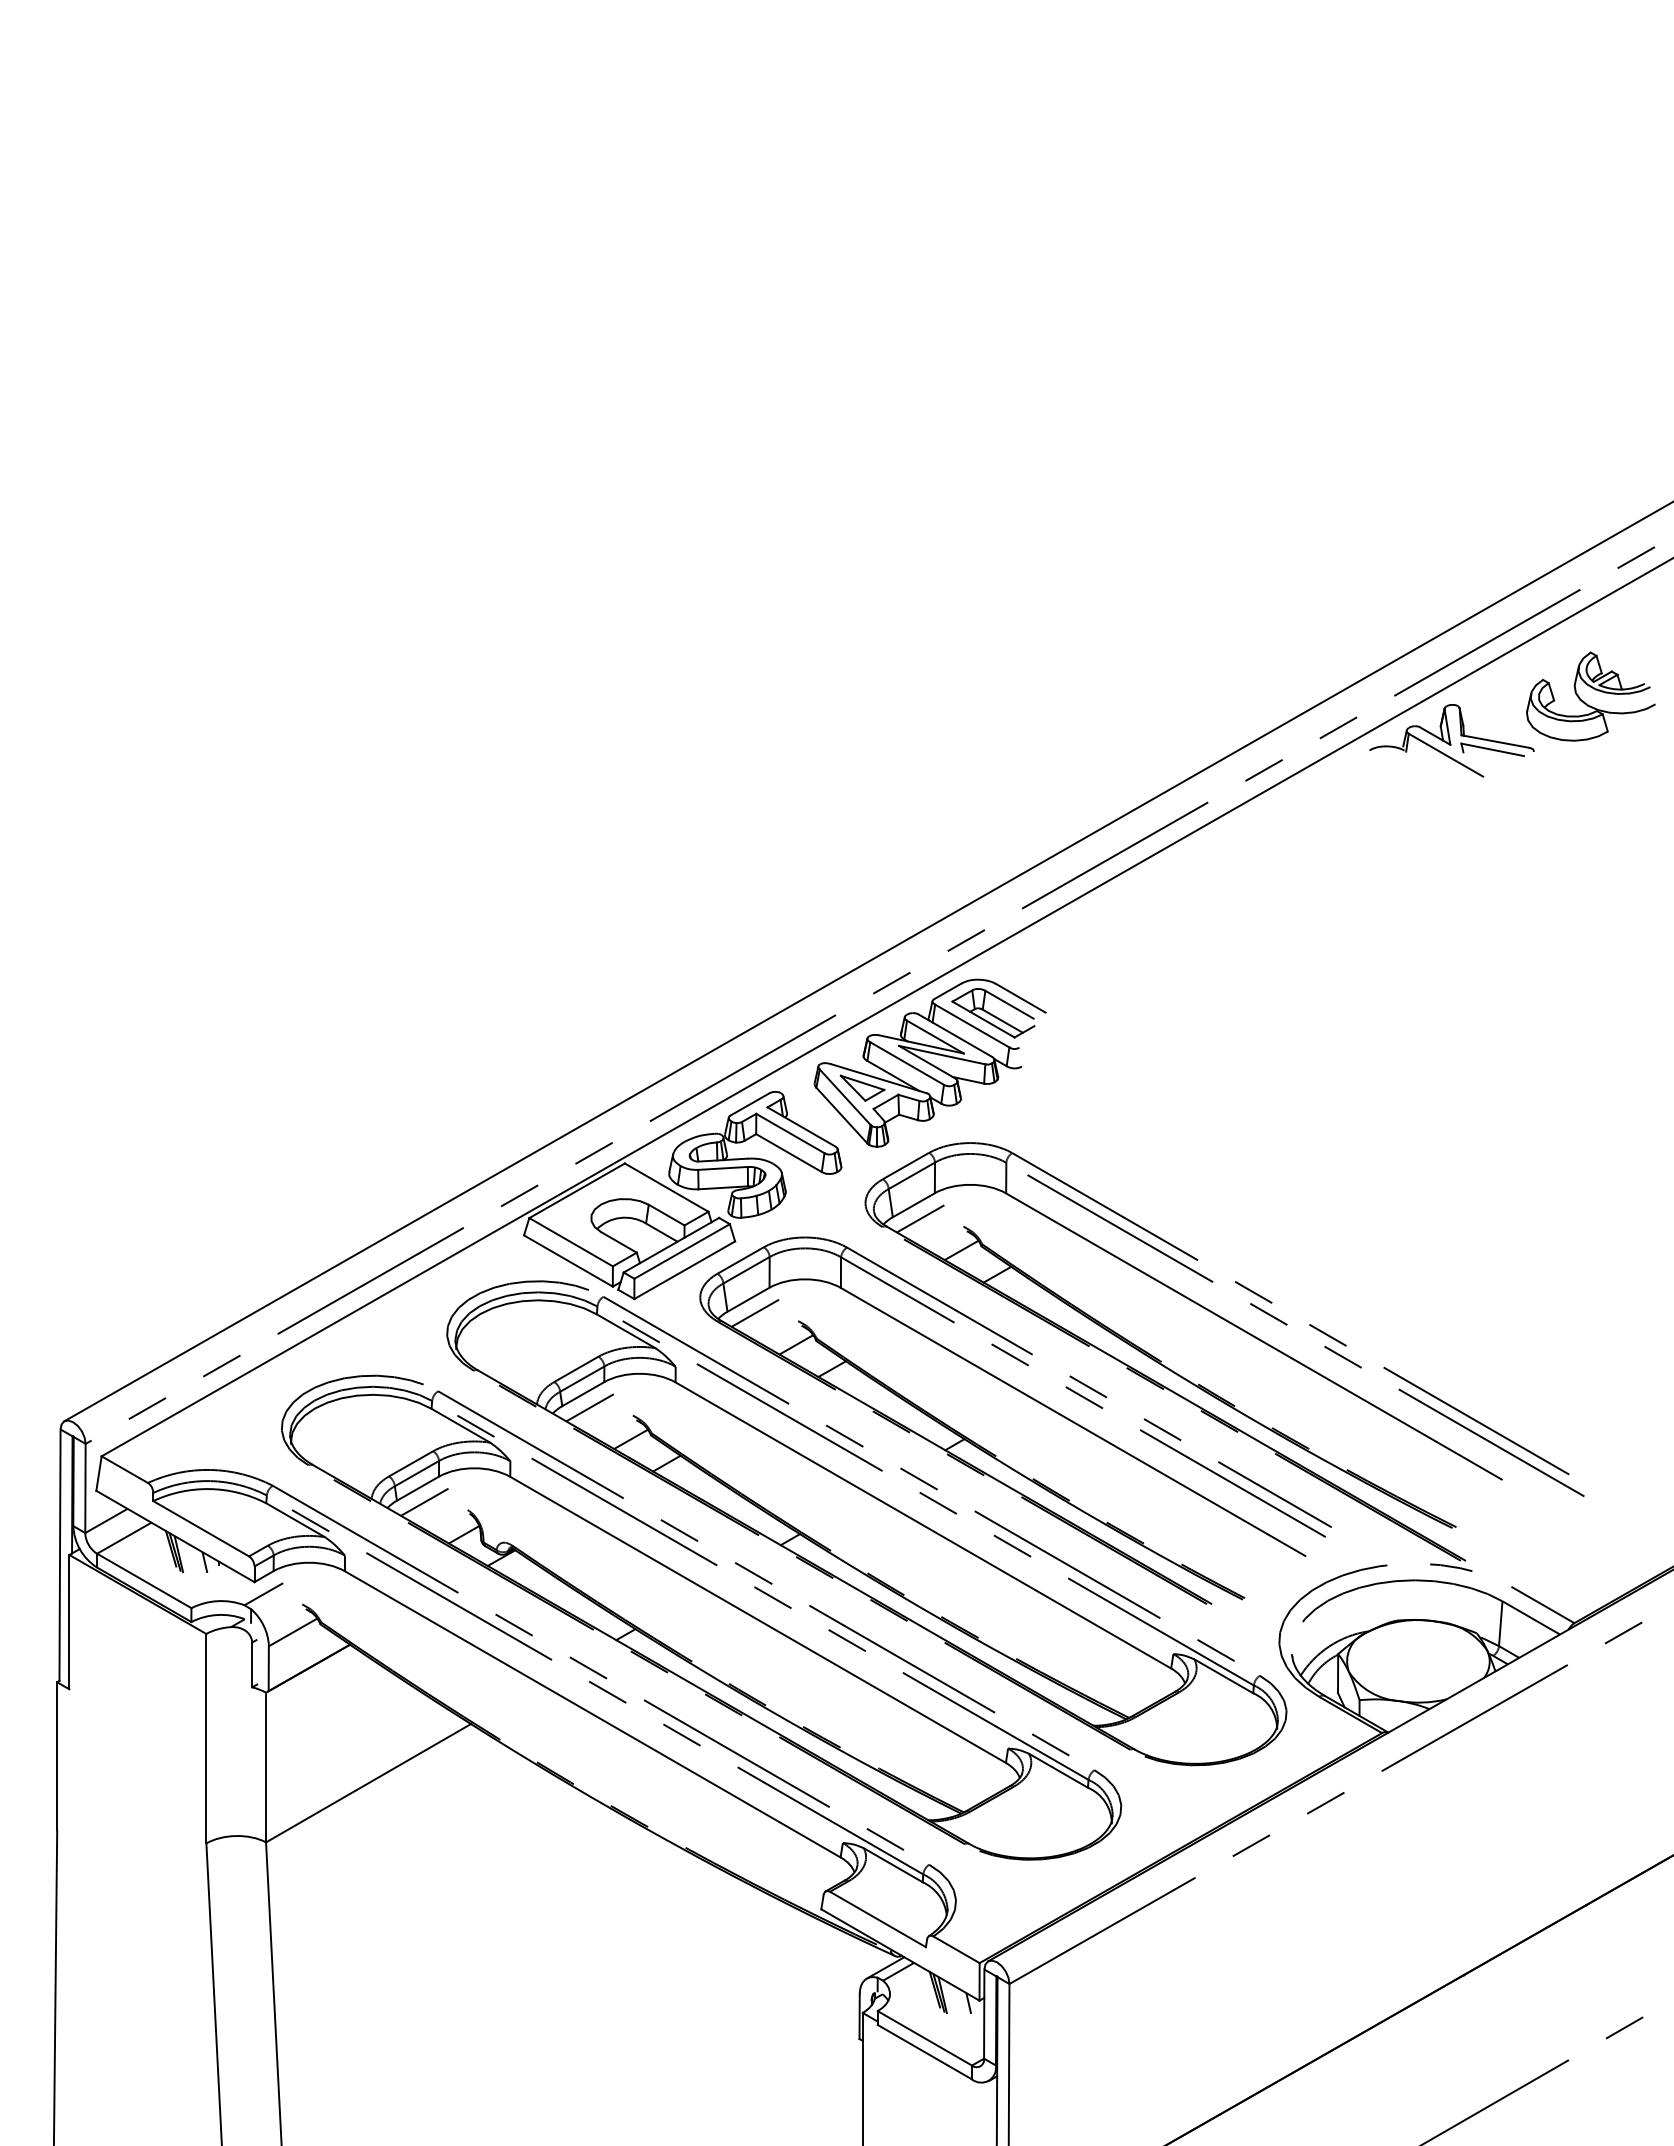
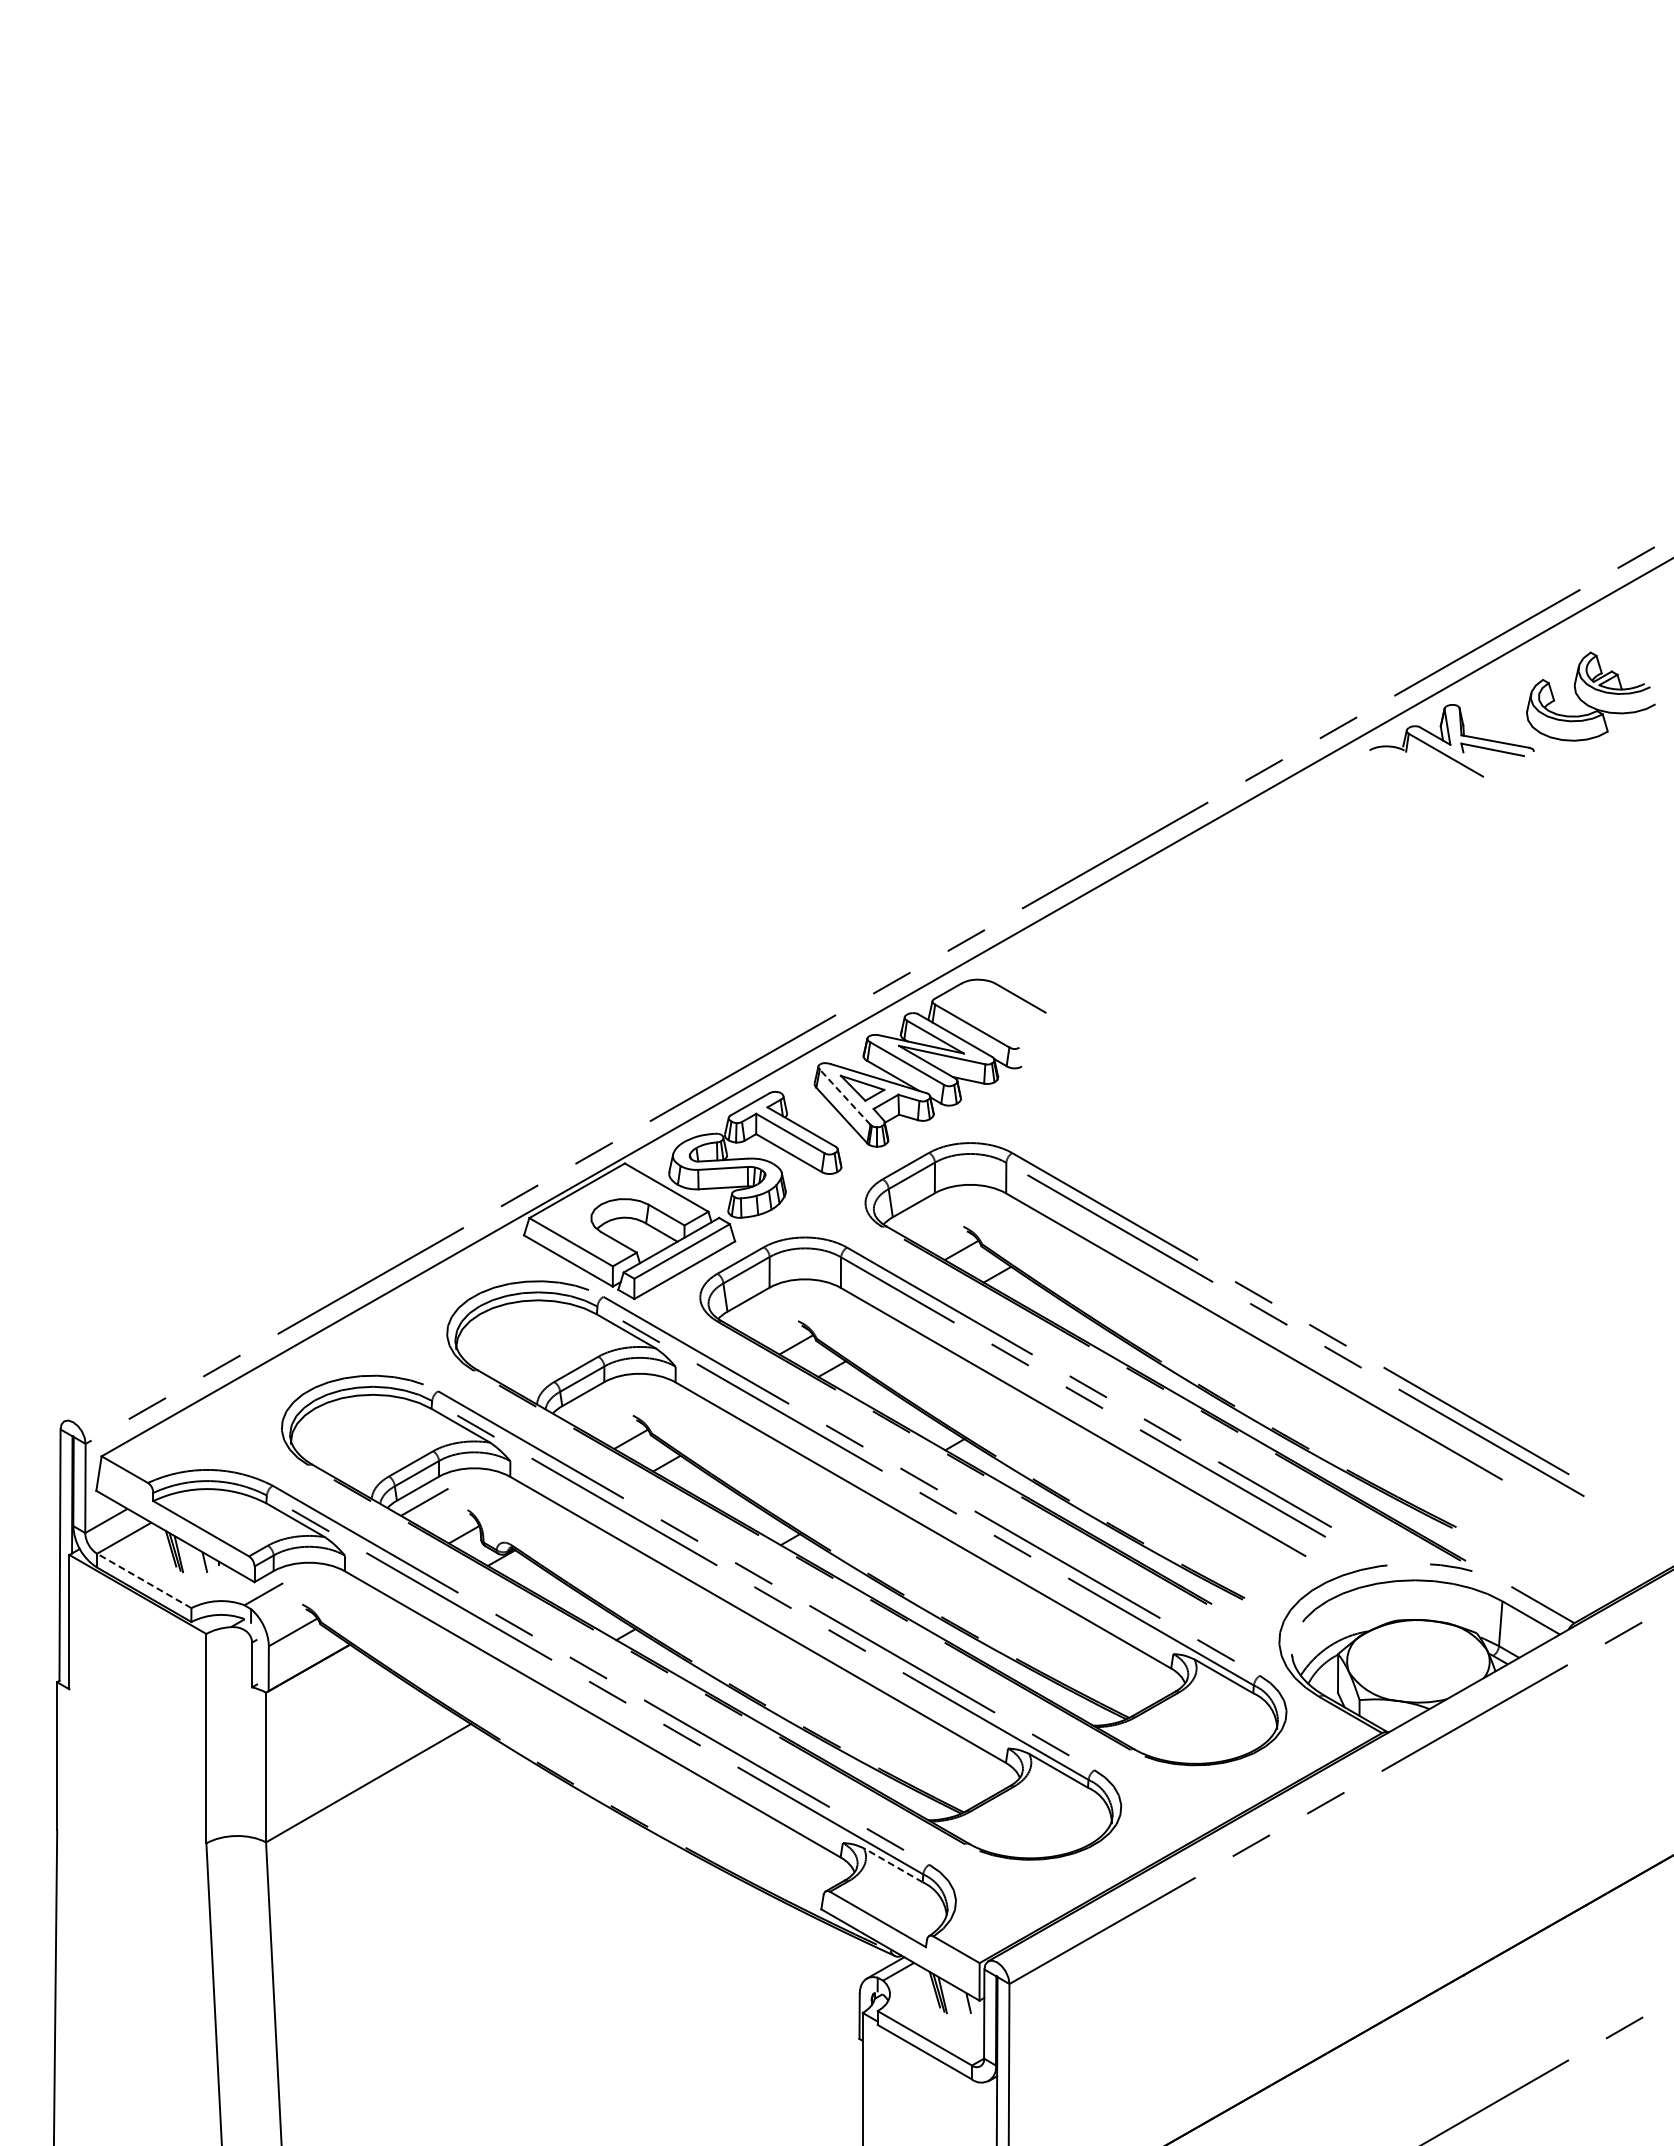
line at (867, 962): present -> none
part at (993, 1013): present -> none
line at (845, 1097): solid -> dashed
line at (920, 1218): present -> none
line at (755, 1312): present -> none
line at (589, 1407): present -> none
line at (143, 1580): solid -> dashed
line at (893, 1865): solid -> dashed
